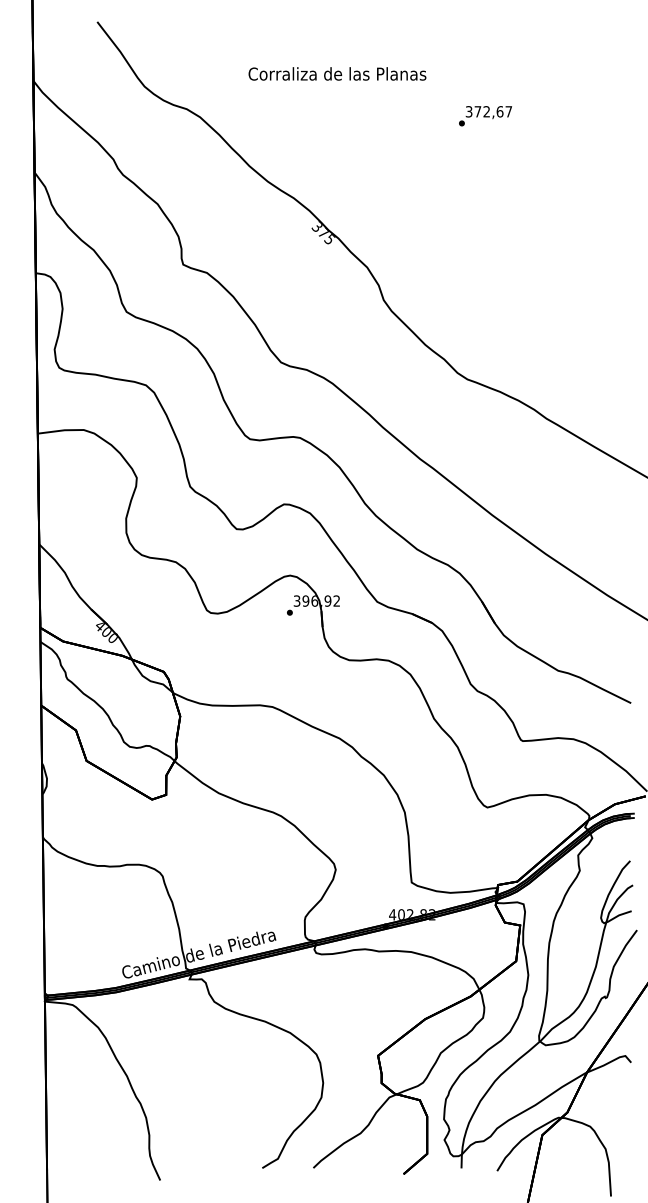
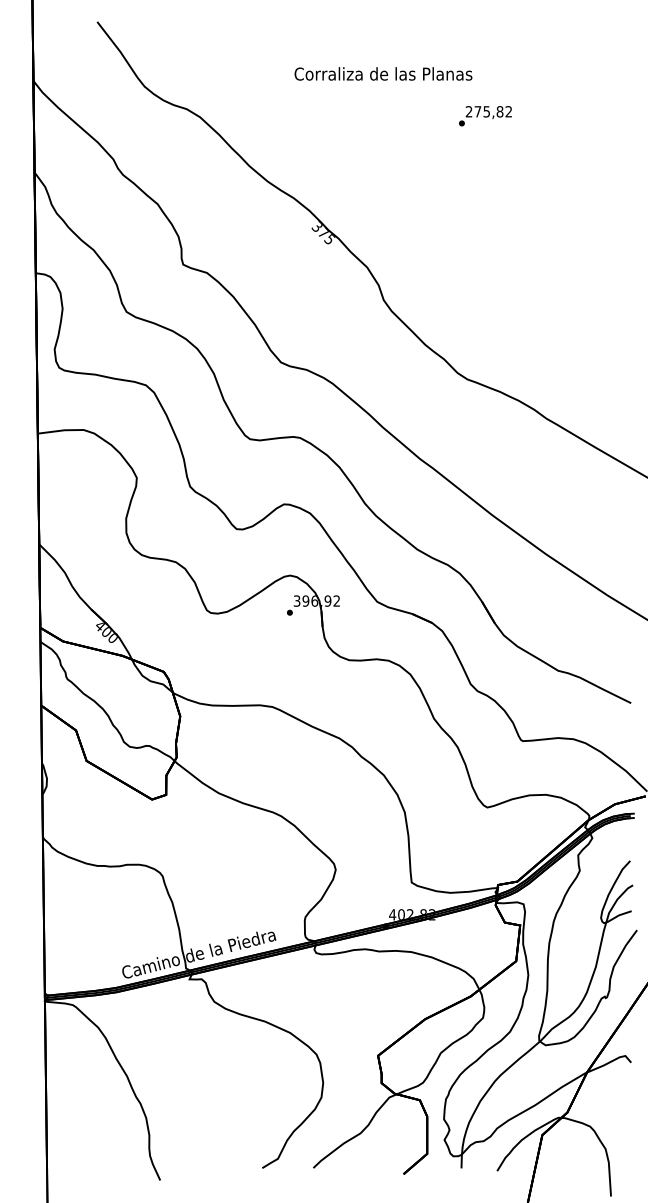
text at (337, 73) position: (337, 73) -> (383, 73)
text at (488, 111): 372,67 -> 275,82
